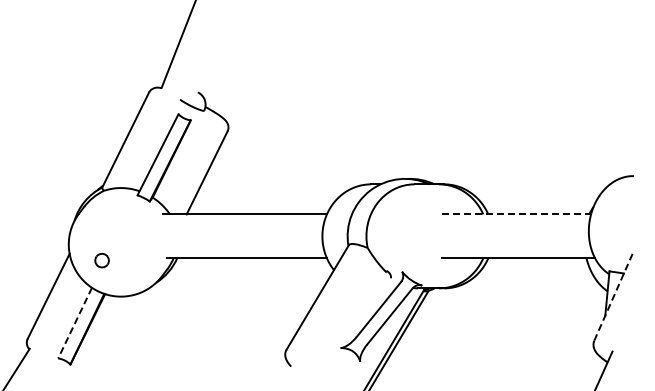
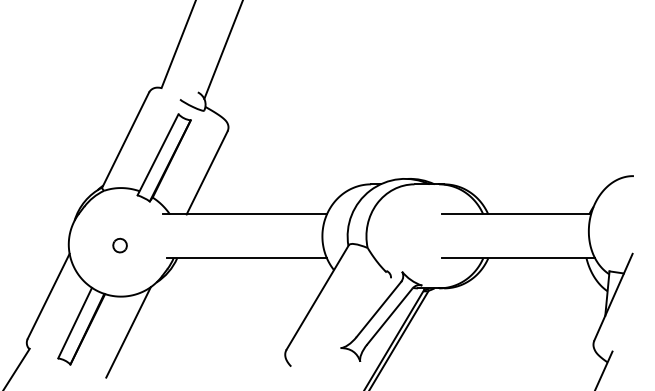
line at (223, 50): none -> present
line at (517, 214): dashed -> solid
part at (101, 260) position: (101, 260) -> (119, 245)
line at (613, 297): dashed -> solid
line at (74, 323): dashed -> solid
line at (128, 332): none -> present
